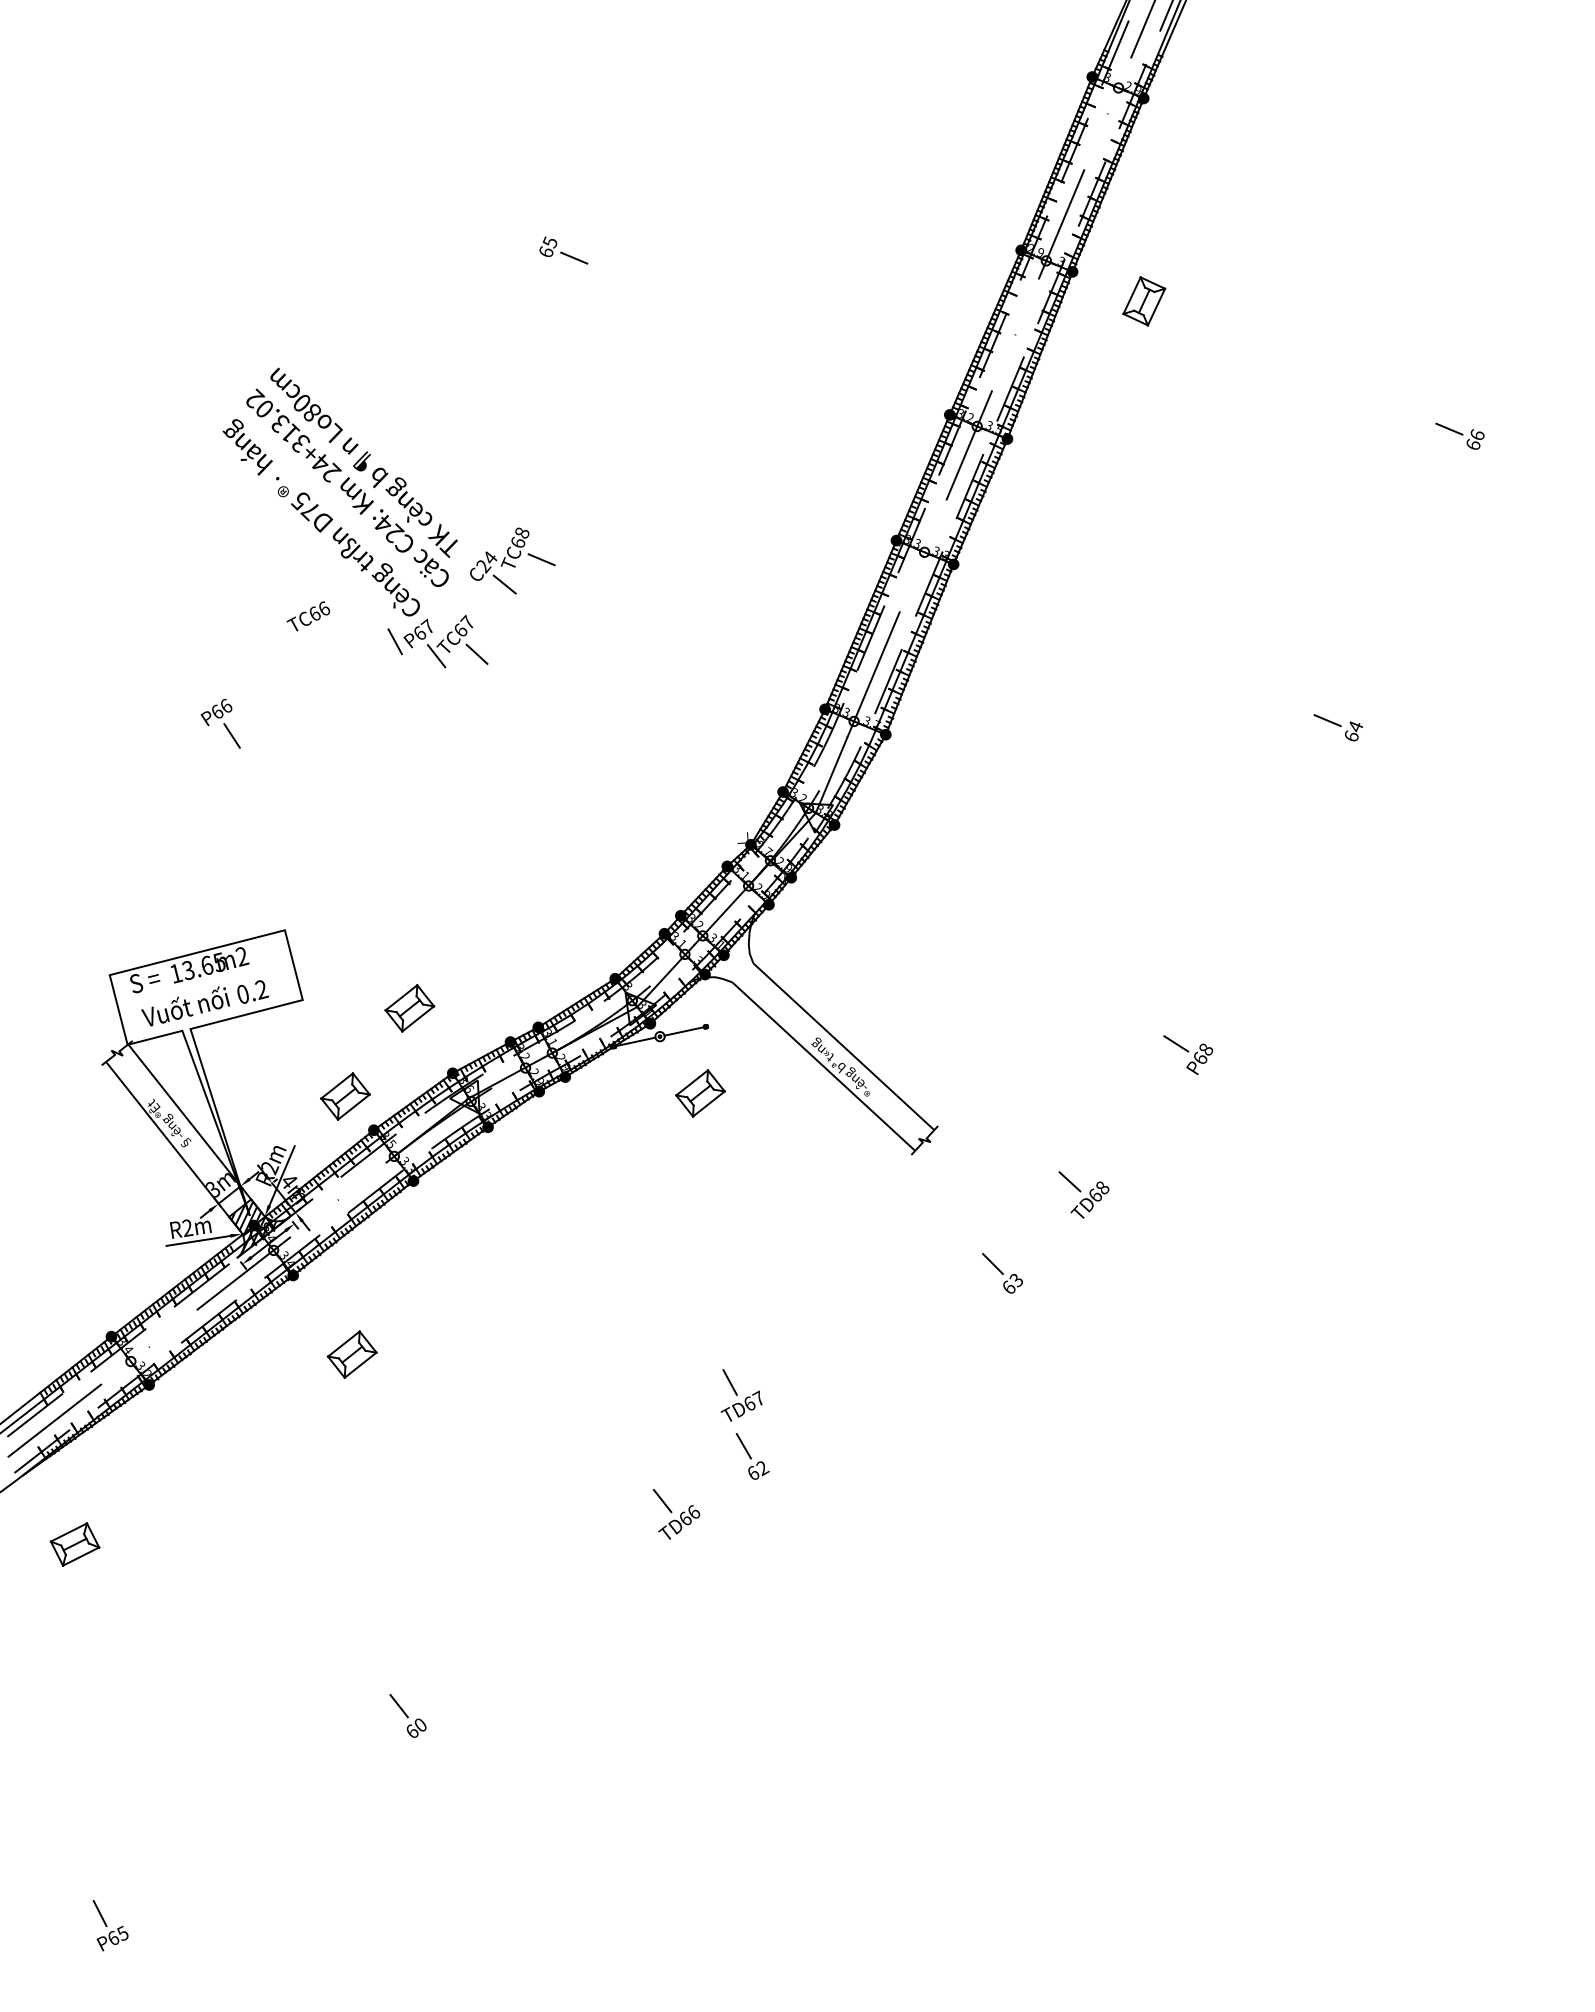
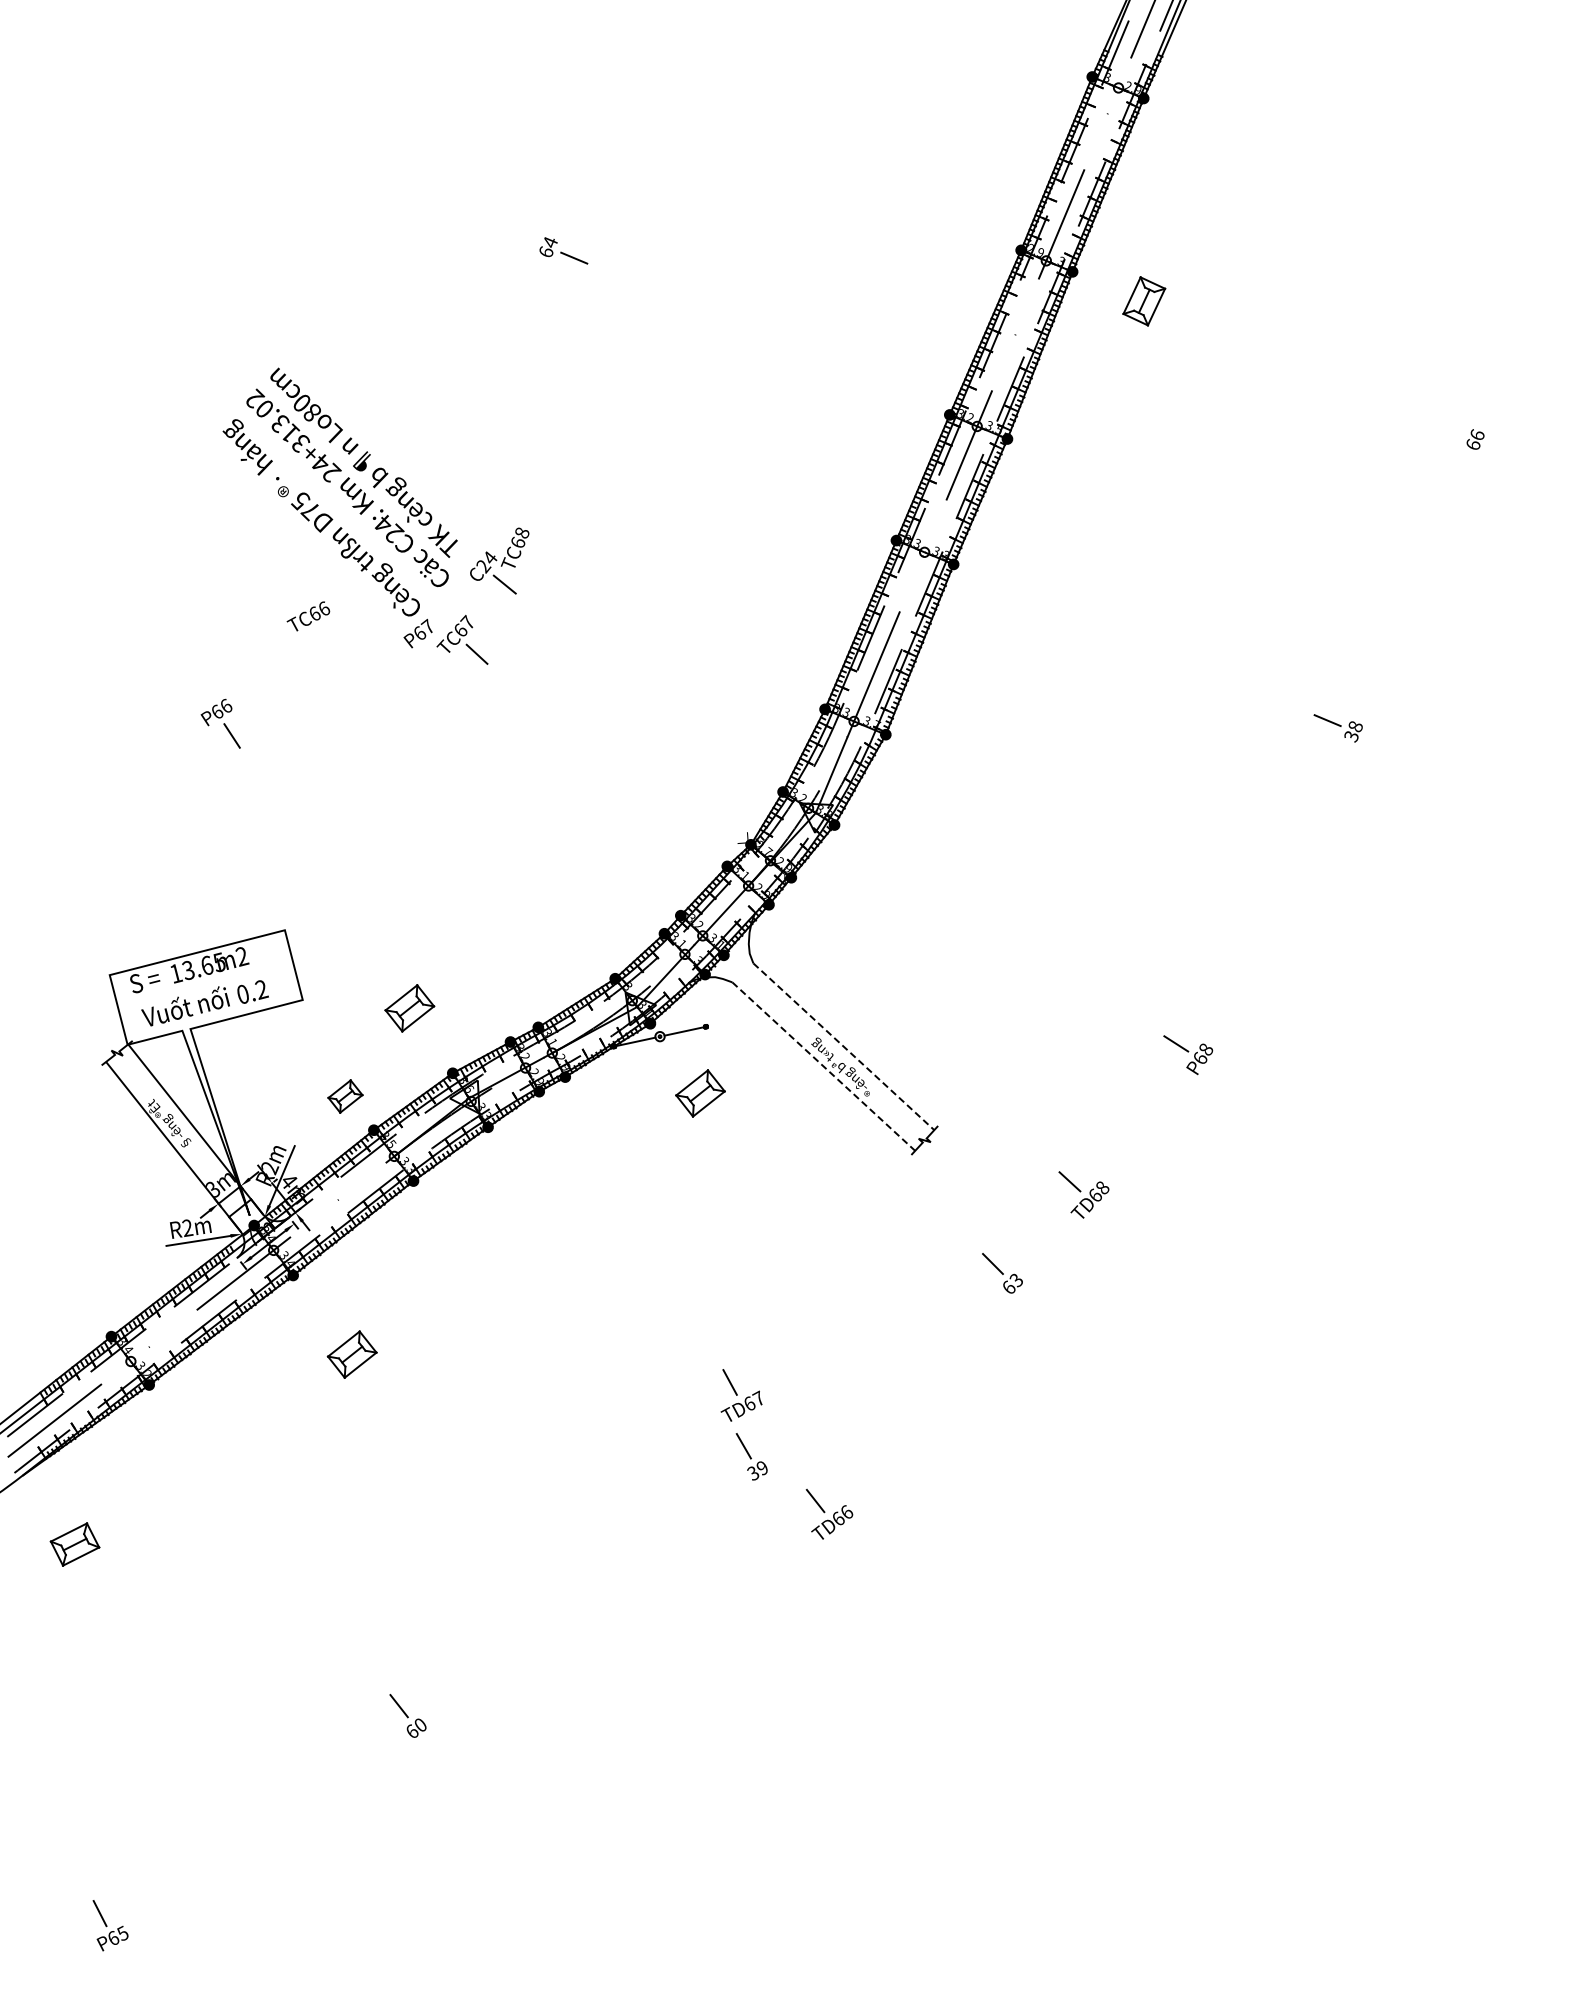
text at (549, 242): 65 -> 64
line at (1449, 428): present -> none
line at (541, 559): present -> none
line at (394, 641): present -> none
line at (436, 656): present -> none
text at (1353, 731): 64 -> 38
line at (843, 1046): solid -> dashed
line at (824, 1066): solid -> dashed
part at (345, 1096) size: 51x49 px -> 37x35 px
hatch at (257, 1227): present -> none
text at (758, 1470): 62 -> 39
part at (676, 1514) position: (676, 1514) -> (829, 1514)
